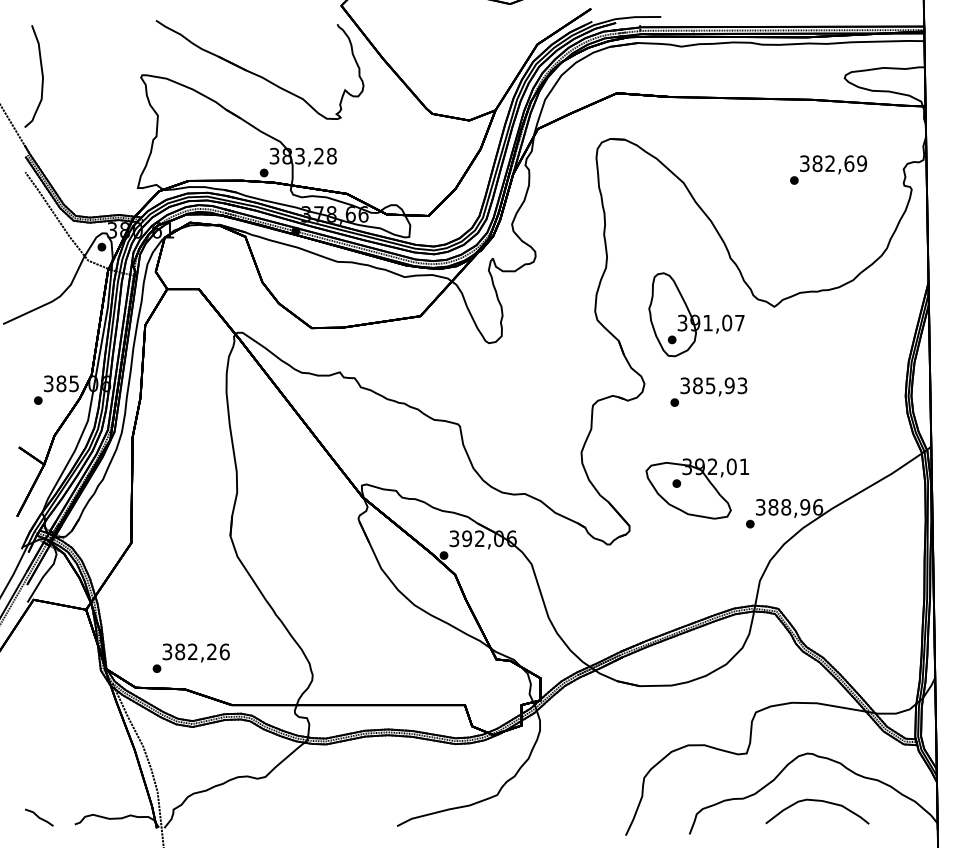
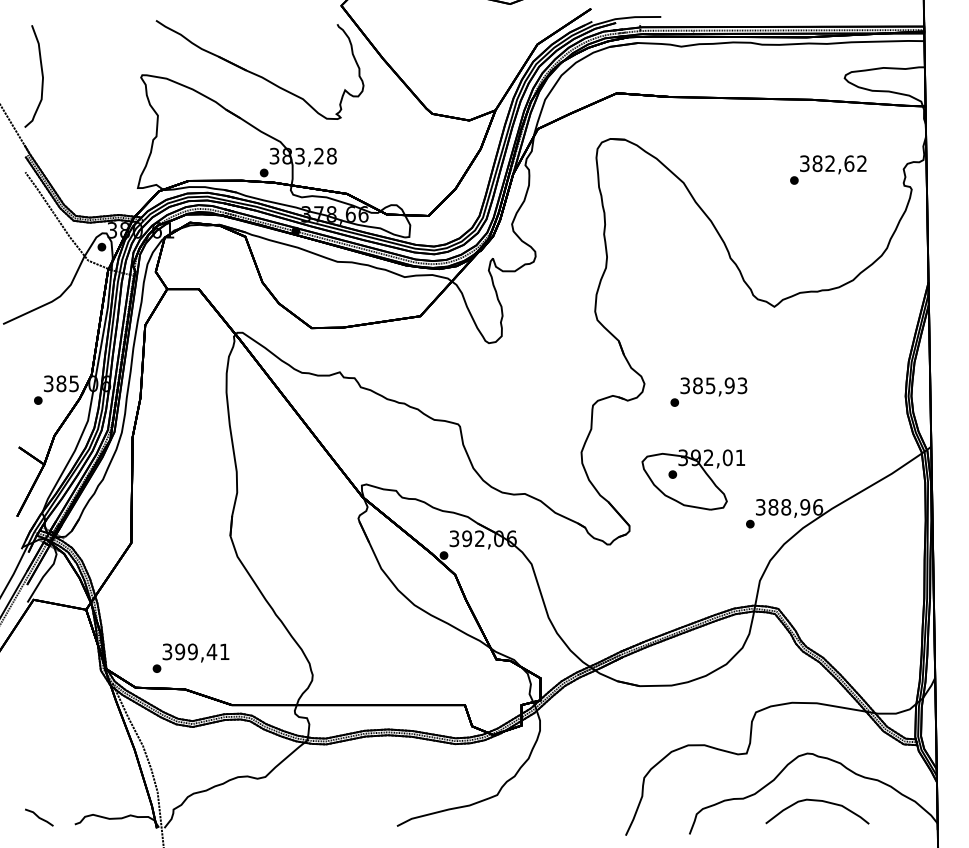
text at (862, 163): 382,69 -> 382,62
part at (696, 314): present -> none
part at (696, 488) position: (696, 488) -> (692, 479)
text at (202, 651): 382,26 -> 399,41
